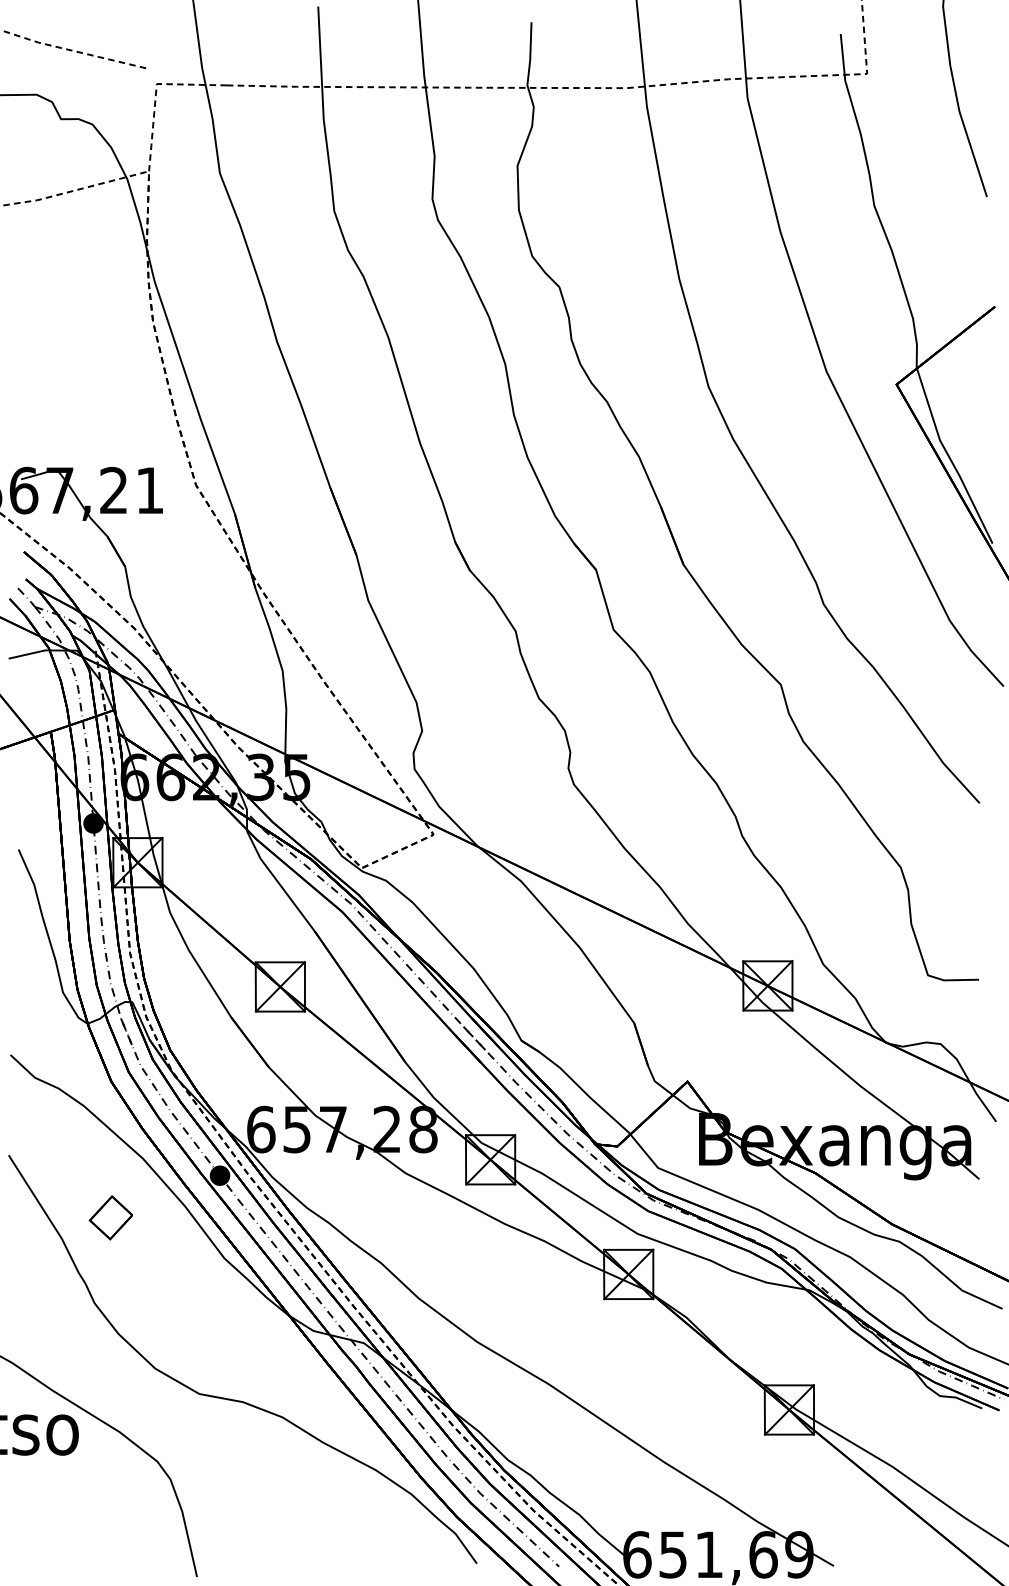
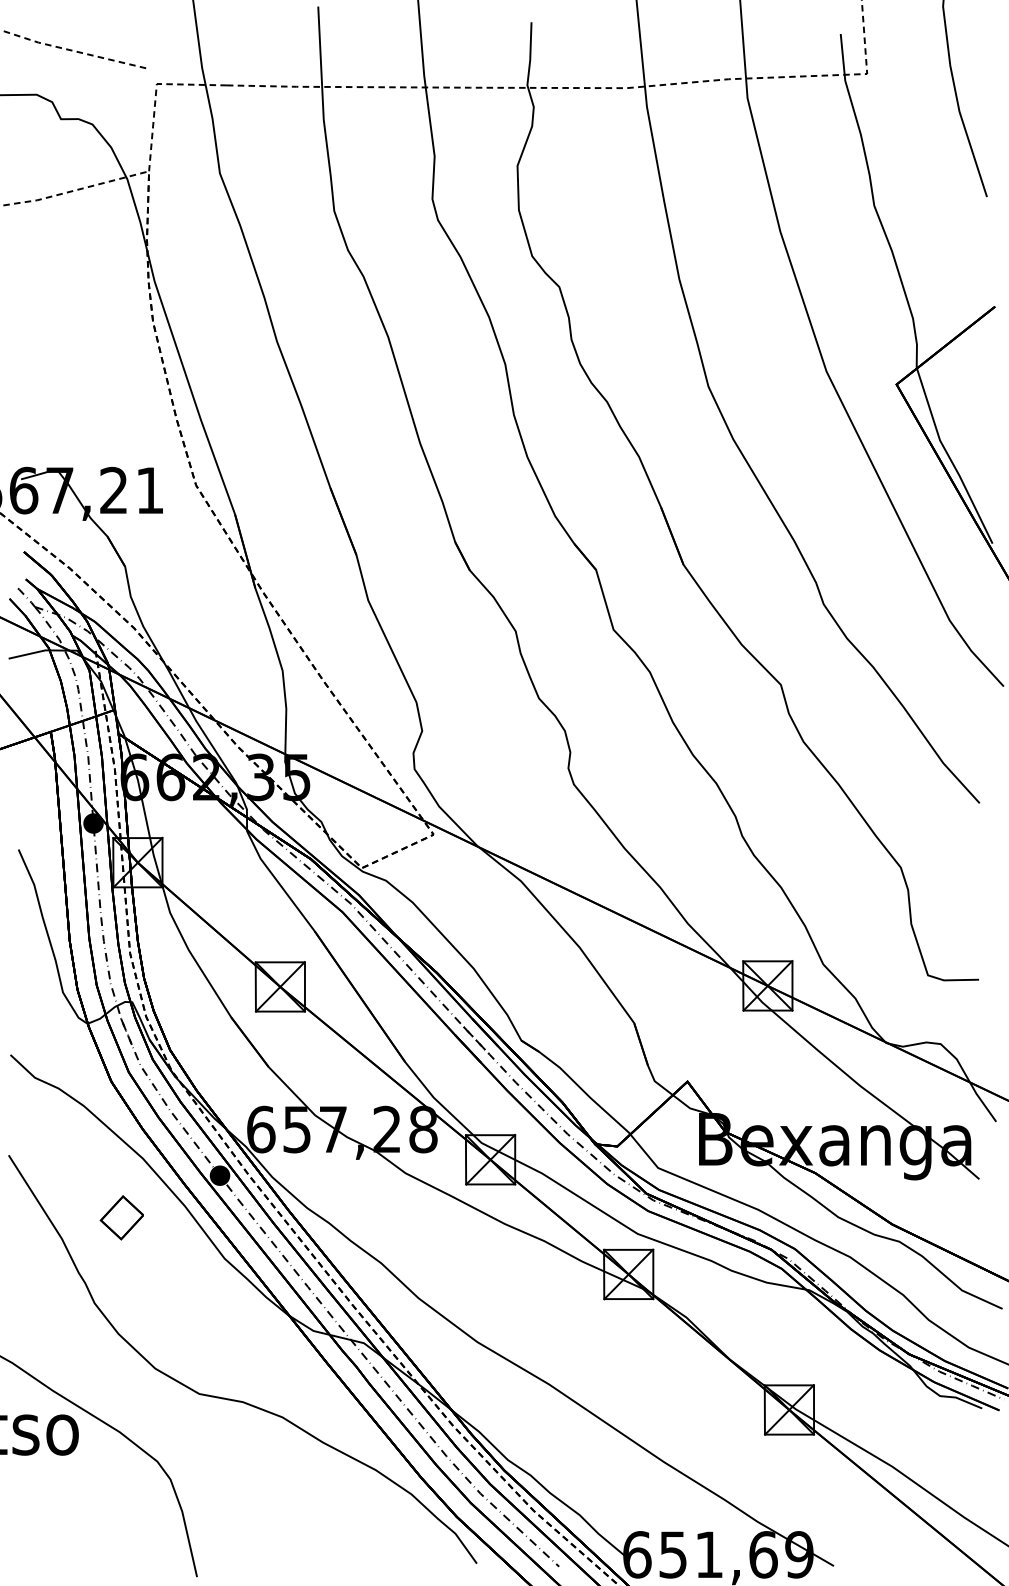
part at (110, 1217) position: (110, 1217) -> (121, 1217)
